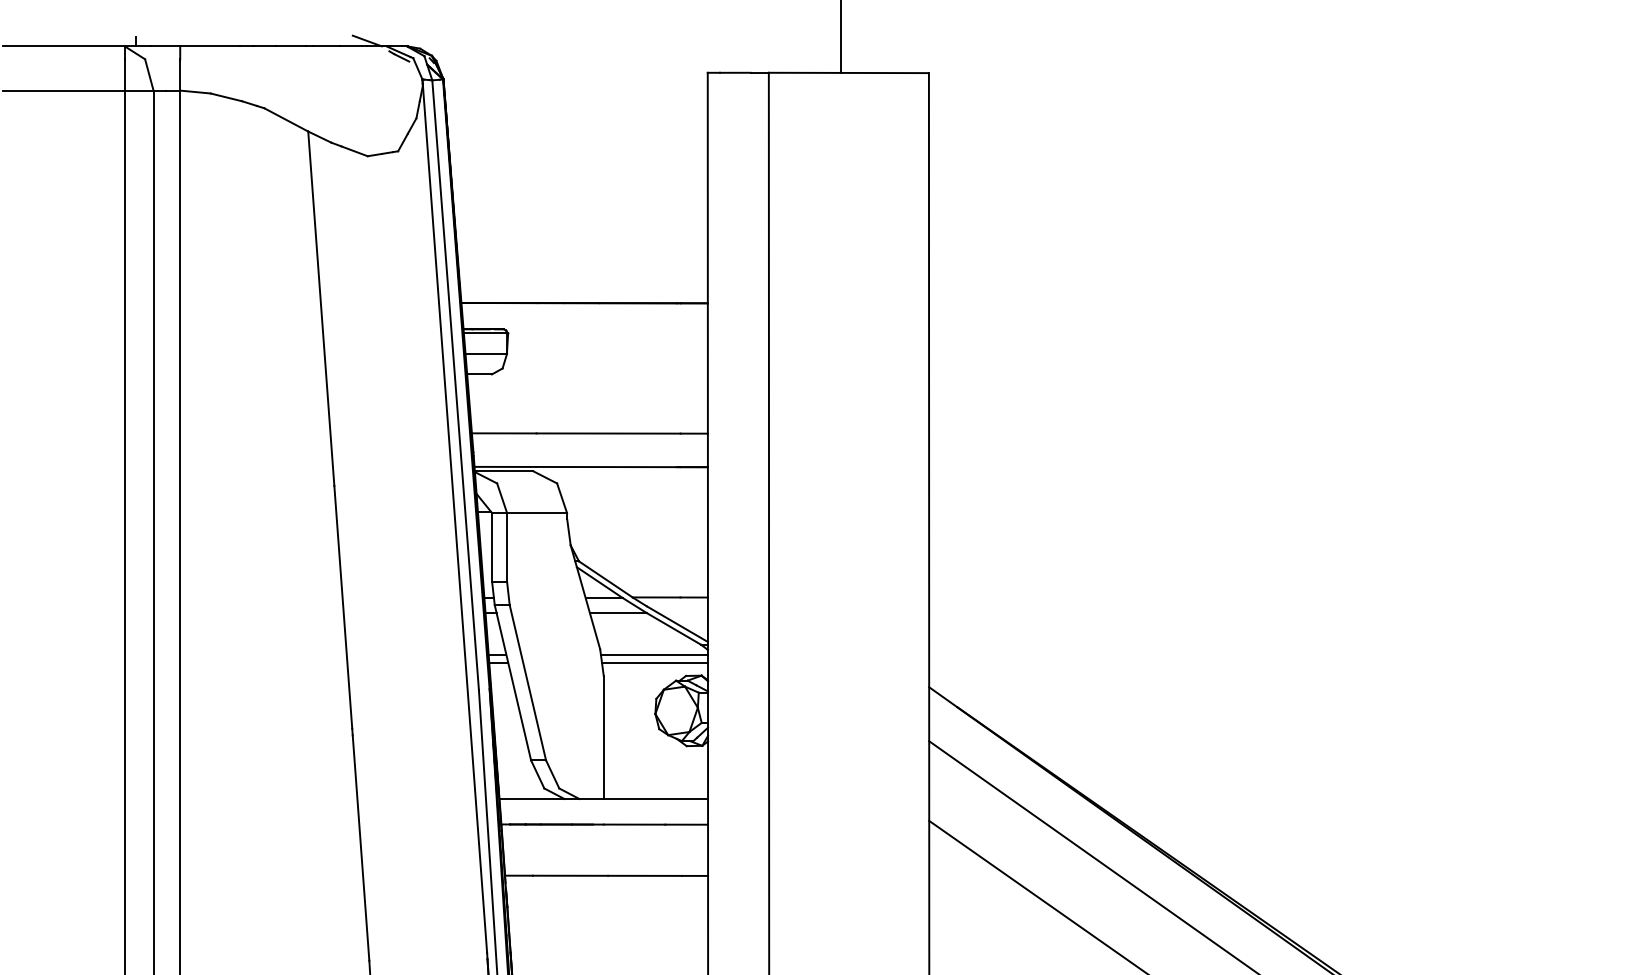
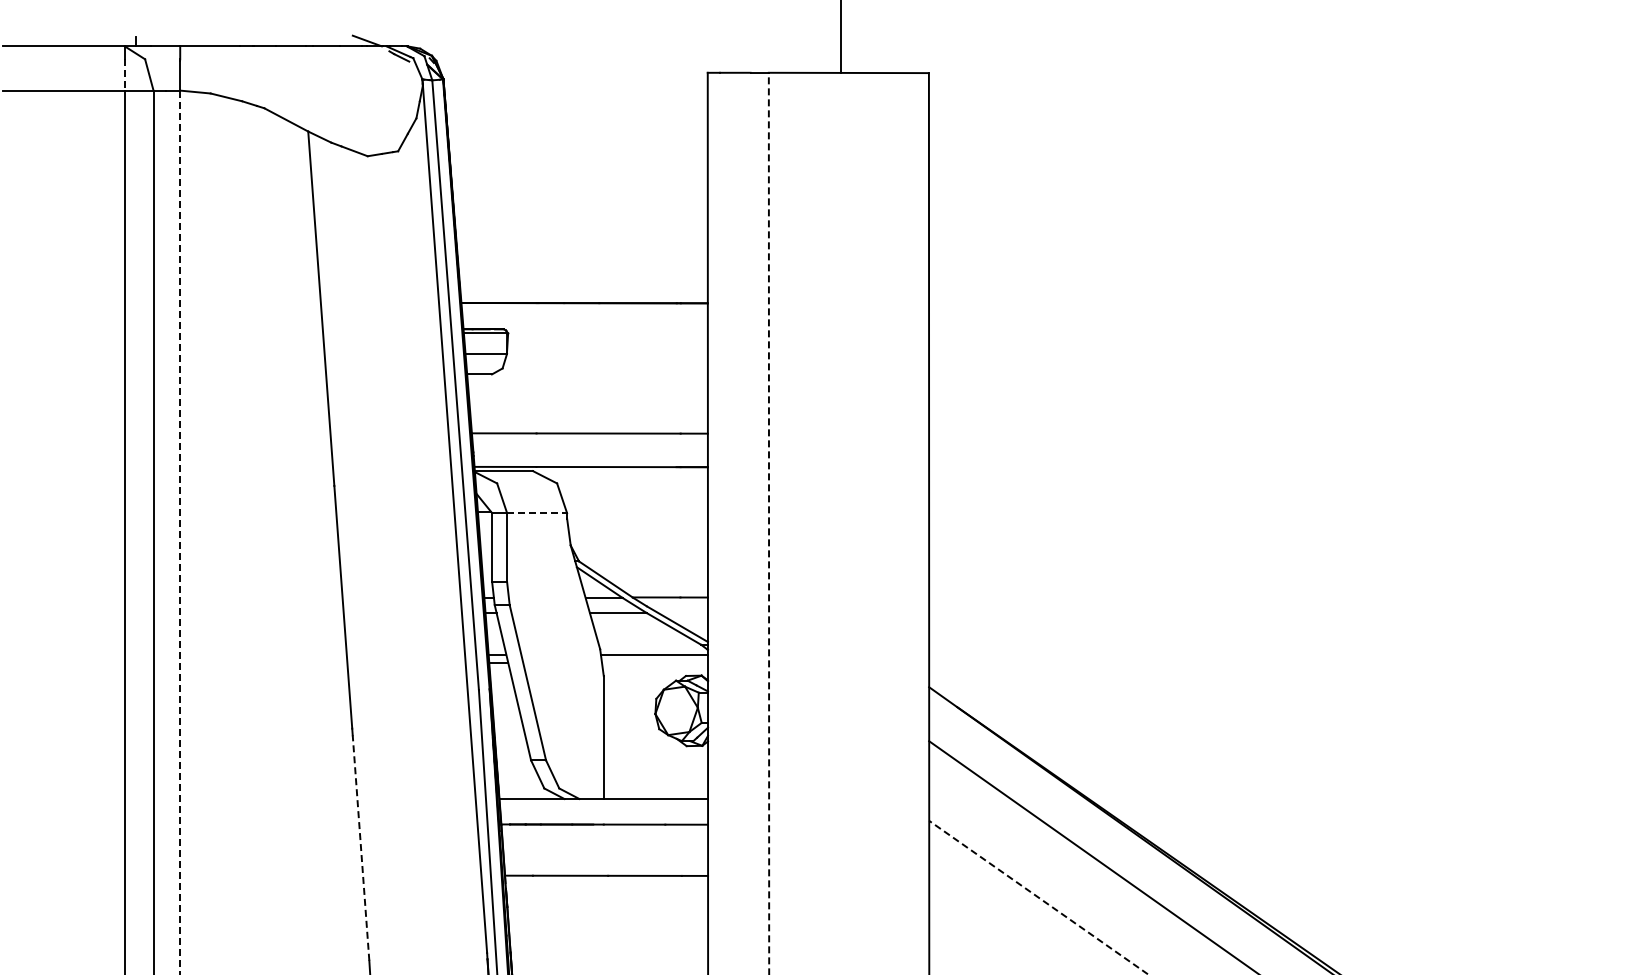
line at (124, 74): solid -> dashed
line at (537, 513): solid -> dashed
line at (769, 523): solid -> dashed
line at (180, 533): solid -> dashed
line at (654, 663): present -> none
line at (361, 848): solid -> dashed
line at (1038, 897): solid -> dashed
